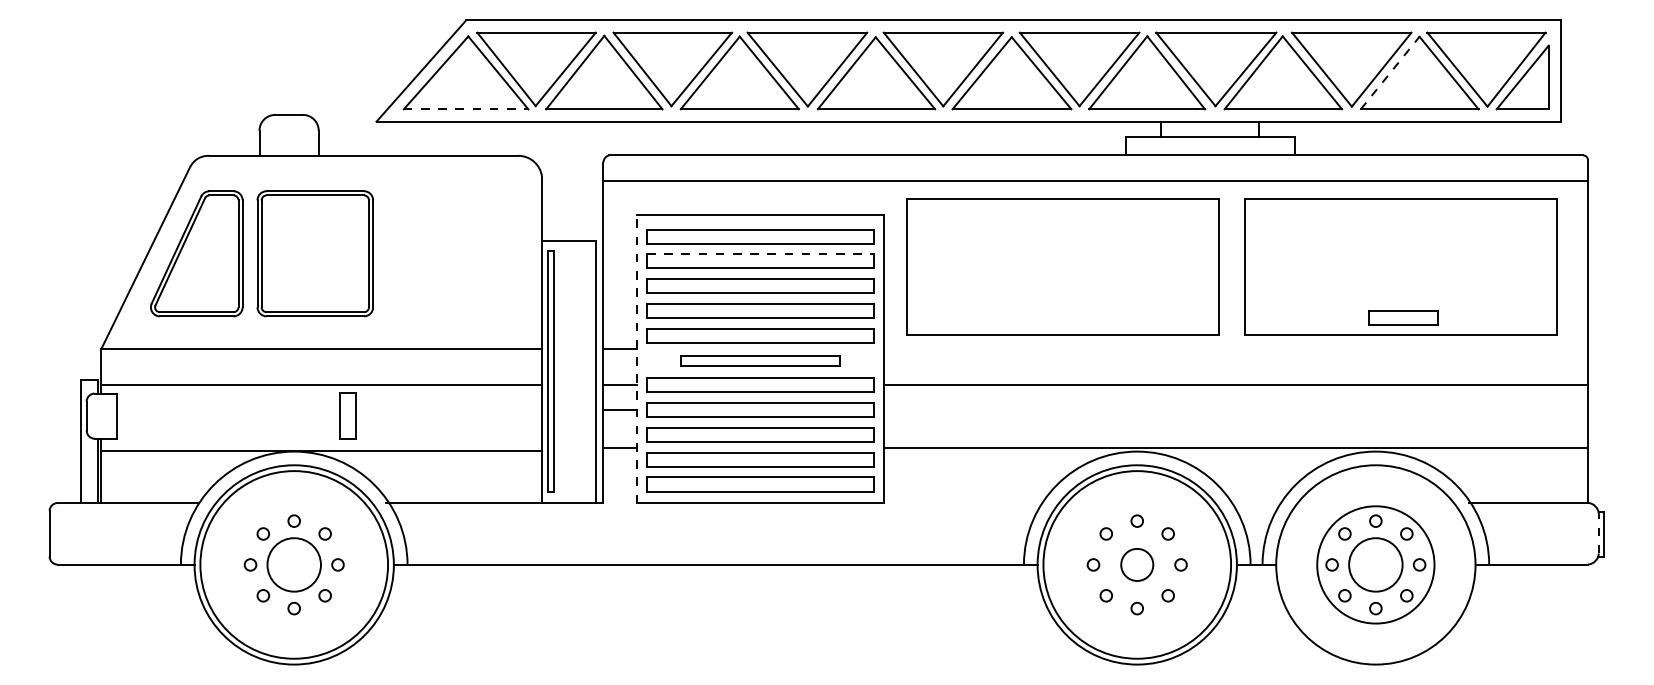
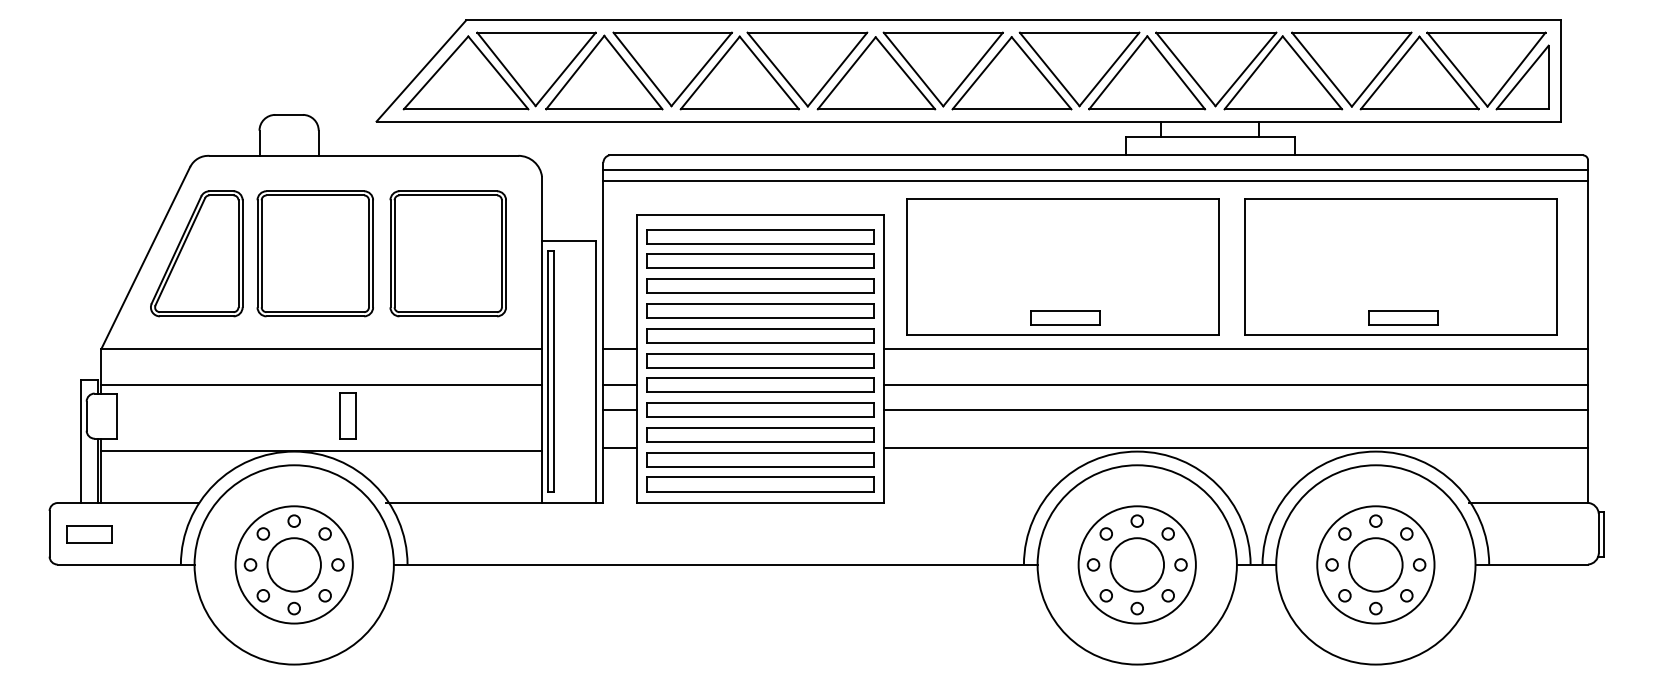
line at (1390, 73): dashed -> solid
line at (466, 109): dashed -> solid
line at (1095, 169): none -> present
part at (447, 253): none -> present
line at (760, 254): dashed -> solid
part at (1065, 317): none -> present
line at (1235, 349): none -> present
line at (637, 358): dashed -> solid
part at (760, 360) size: 161x12 px -> 229x16 px
line at (1235, 410): none -> present
line at (1598, 533): dashed -> solid
part at (89, 534): none -> present
circle at (294, 564) diameter: 188 px -> 117 px
circle at (1137, 564) diameter: 188 px -> 117 px
circle at (1137, 564) diameter: 32 px -> 53 px
